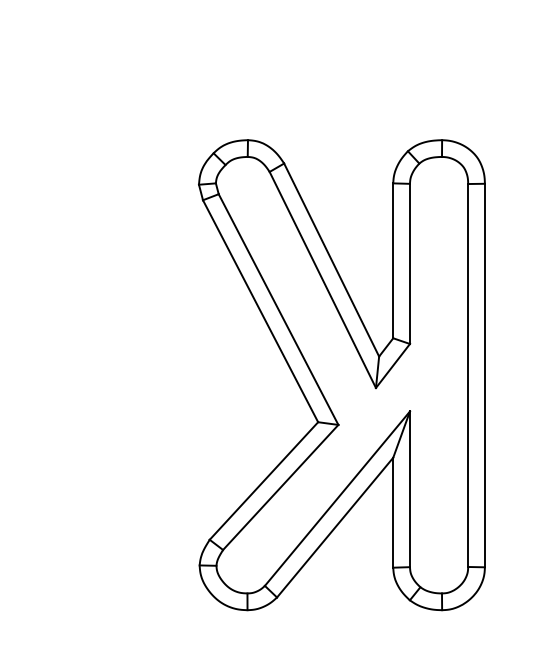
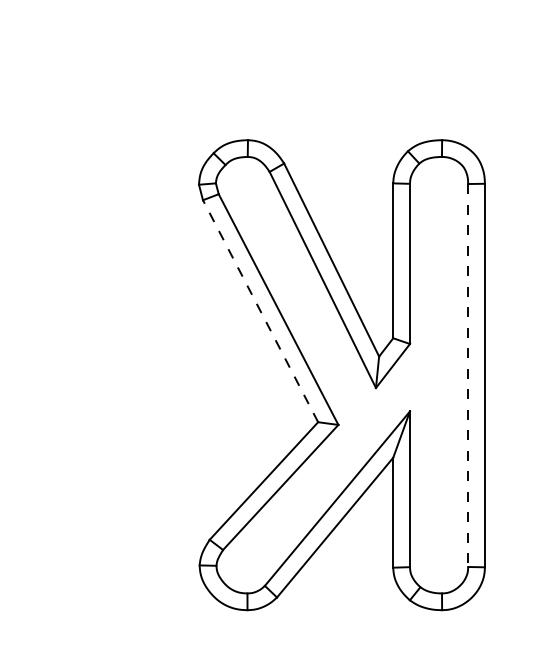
line at (260, 310): solid -> dashed
line at (468, 376): solid -> dashed
